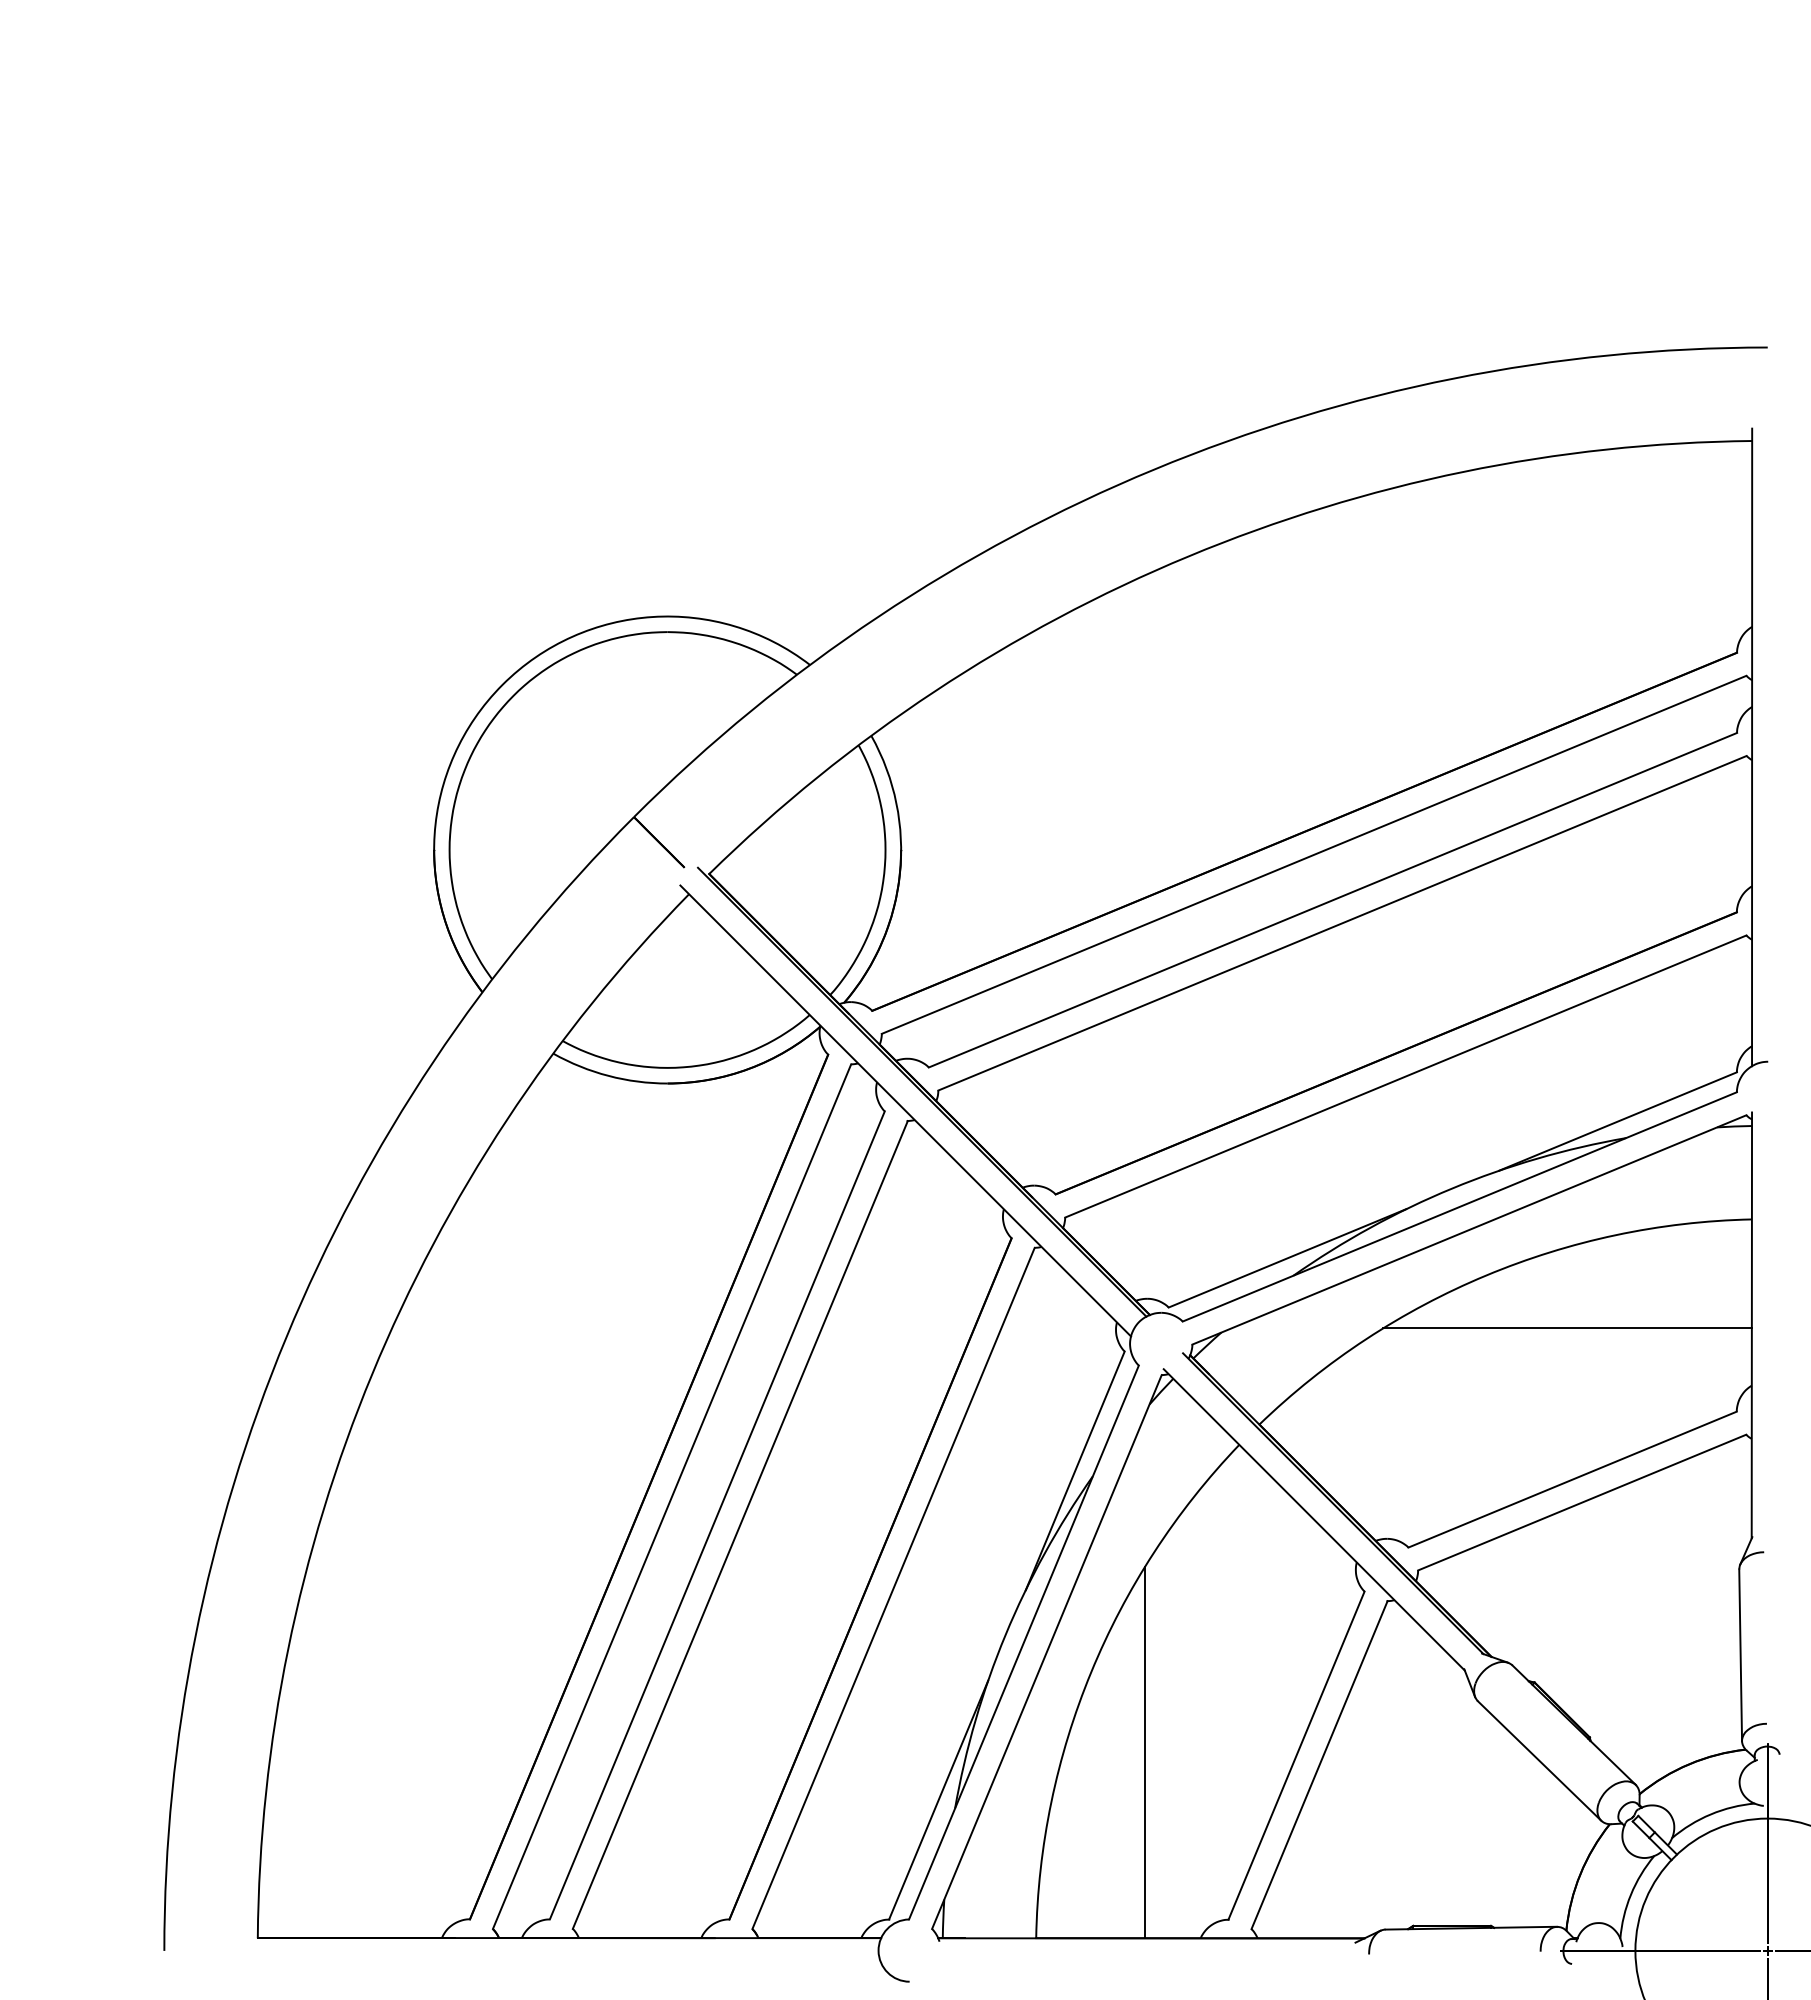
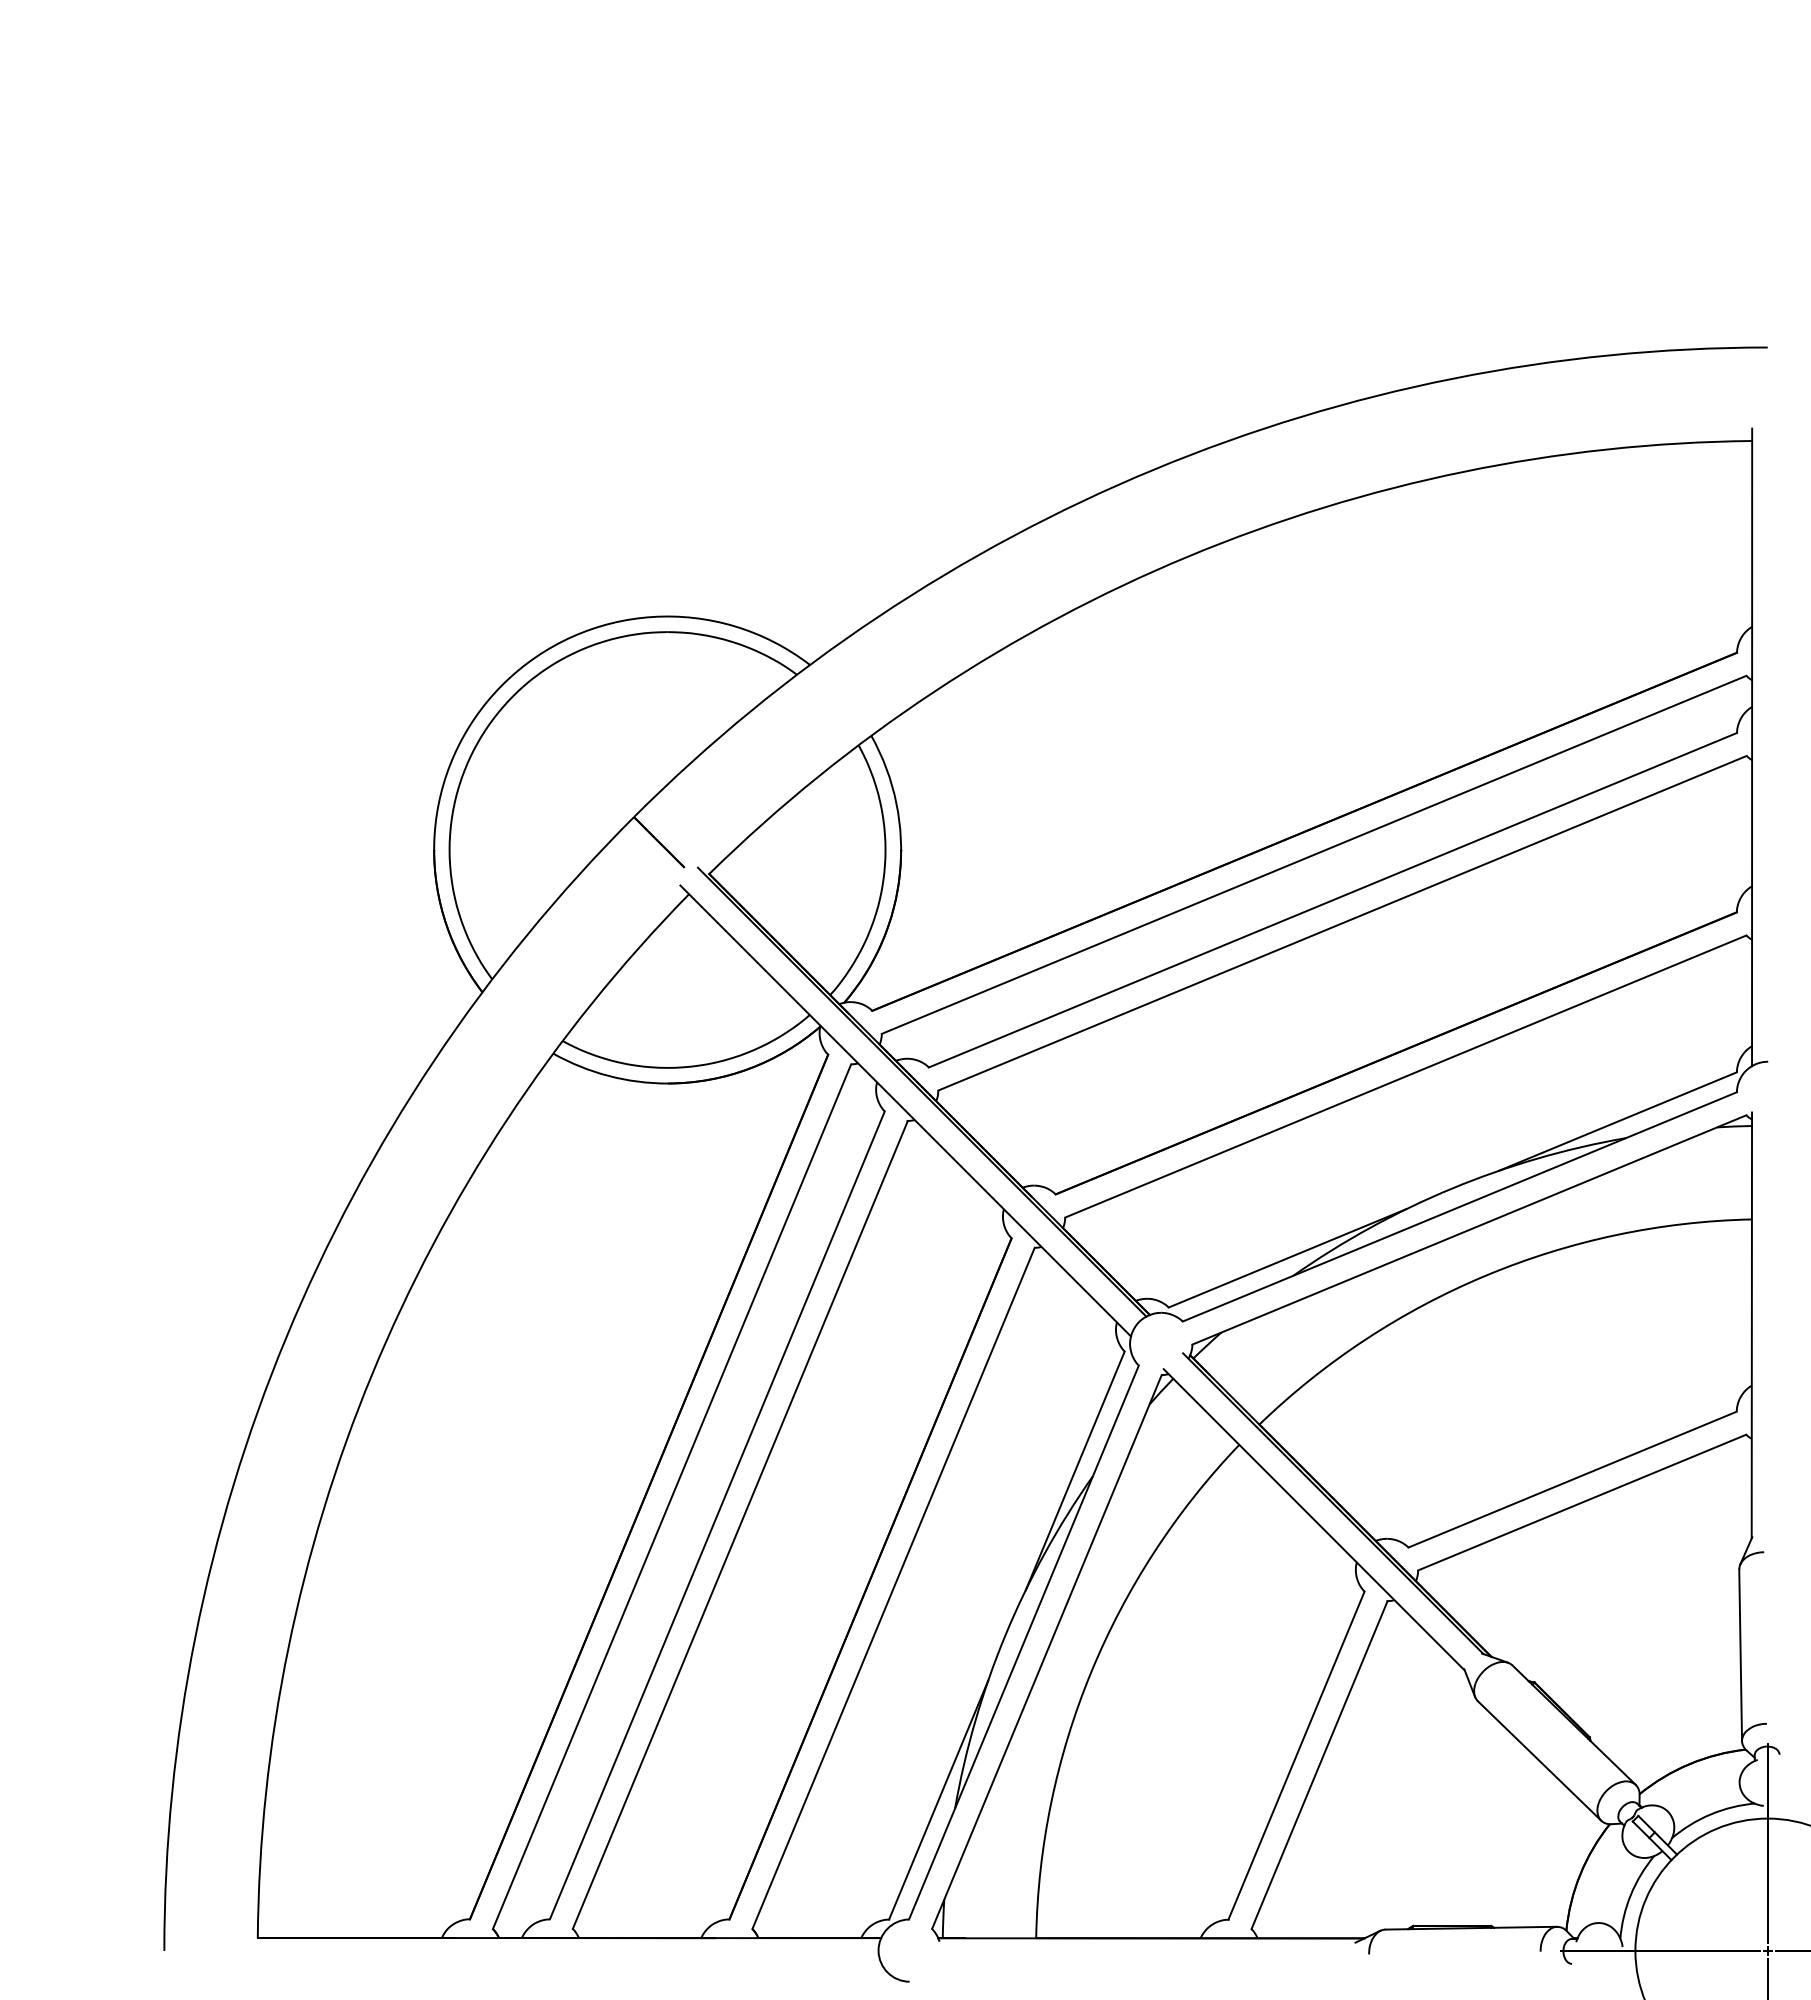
line at (1567, 1328): present -> none
line at (1145, 1752): present -> none
